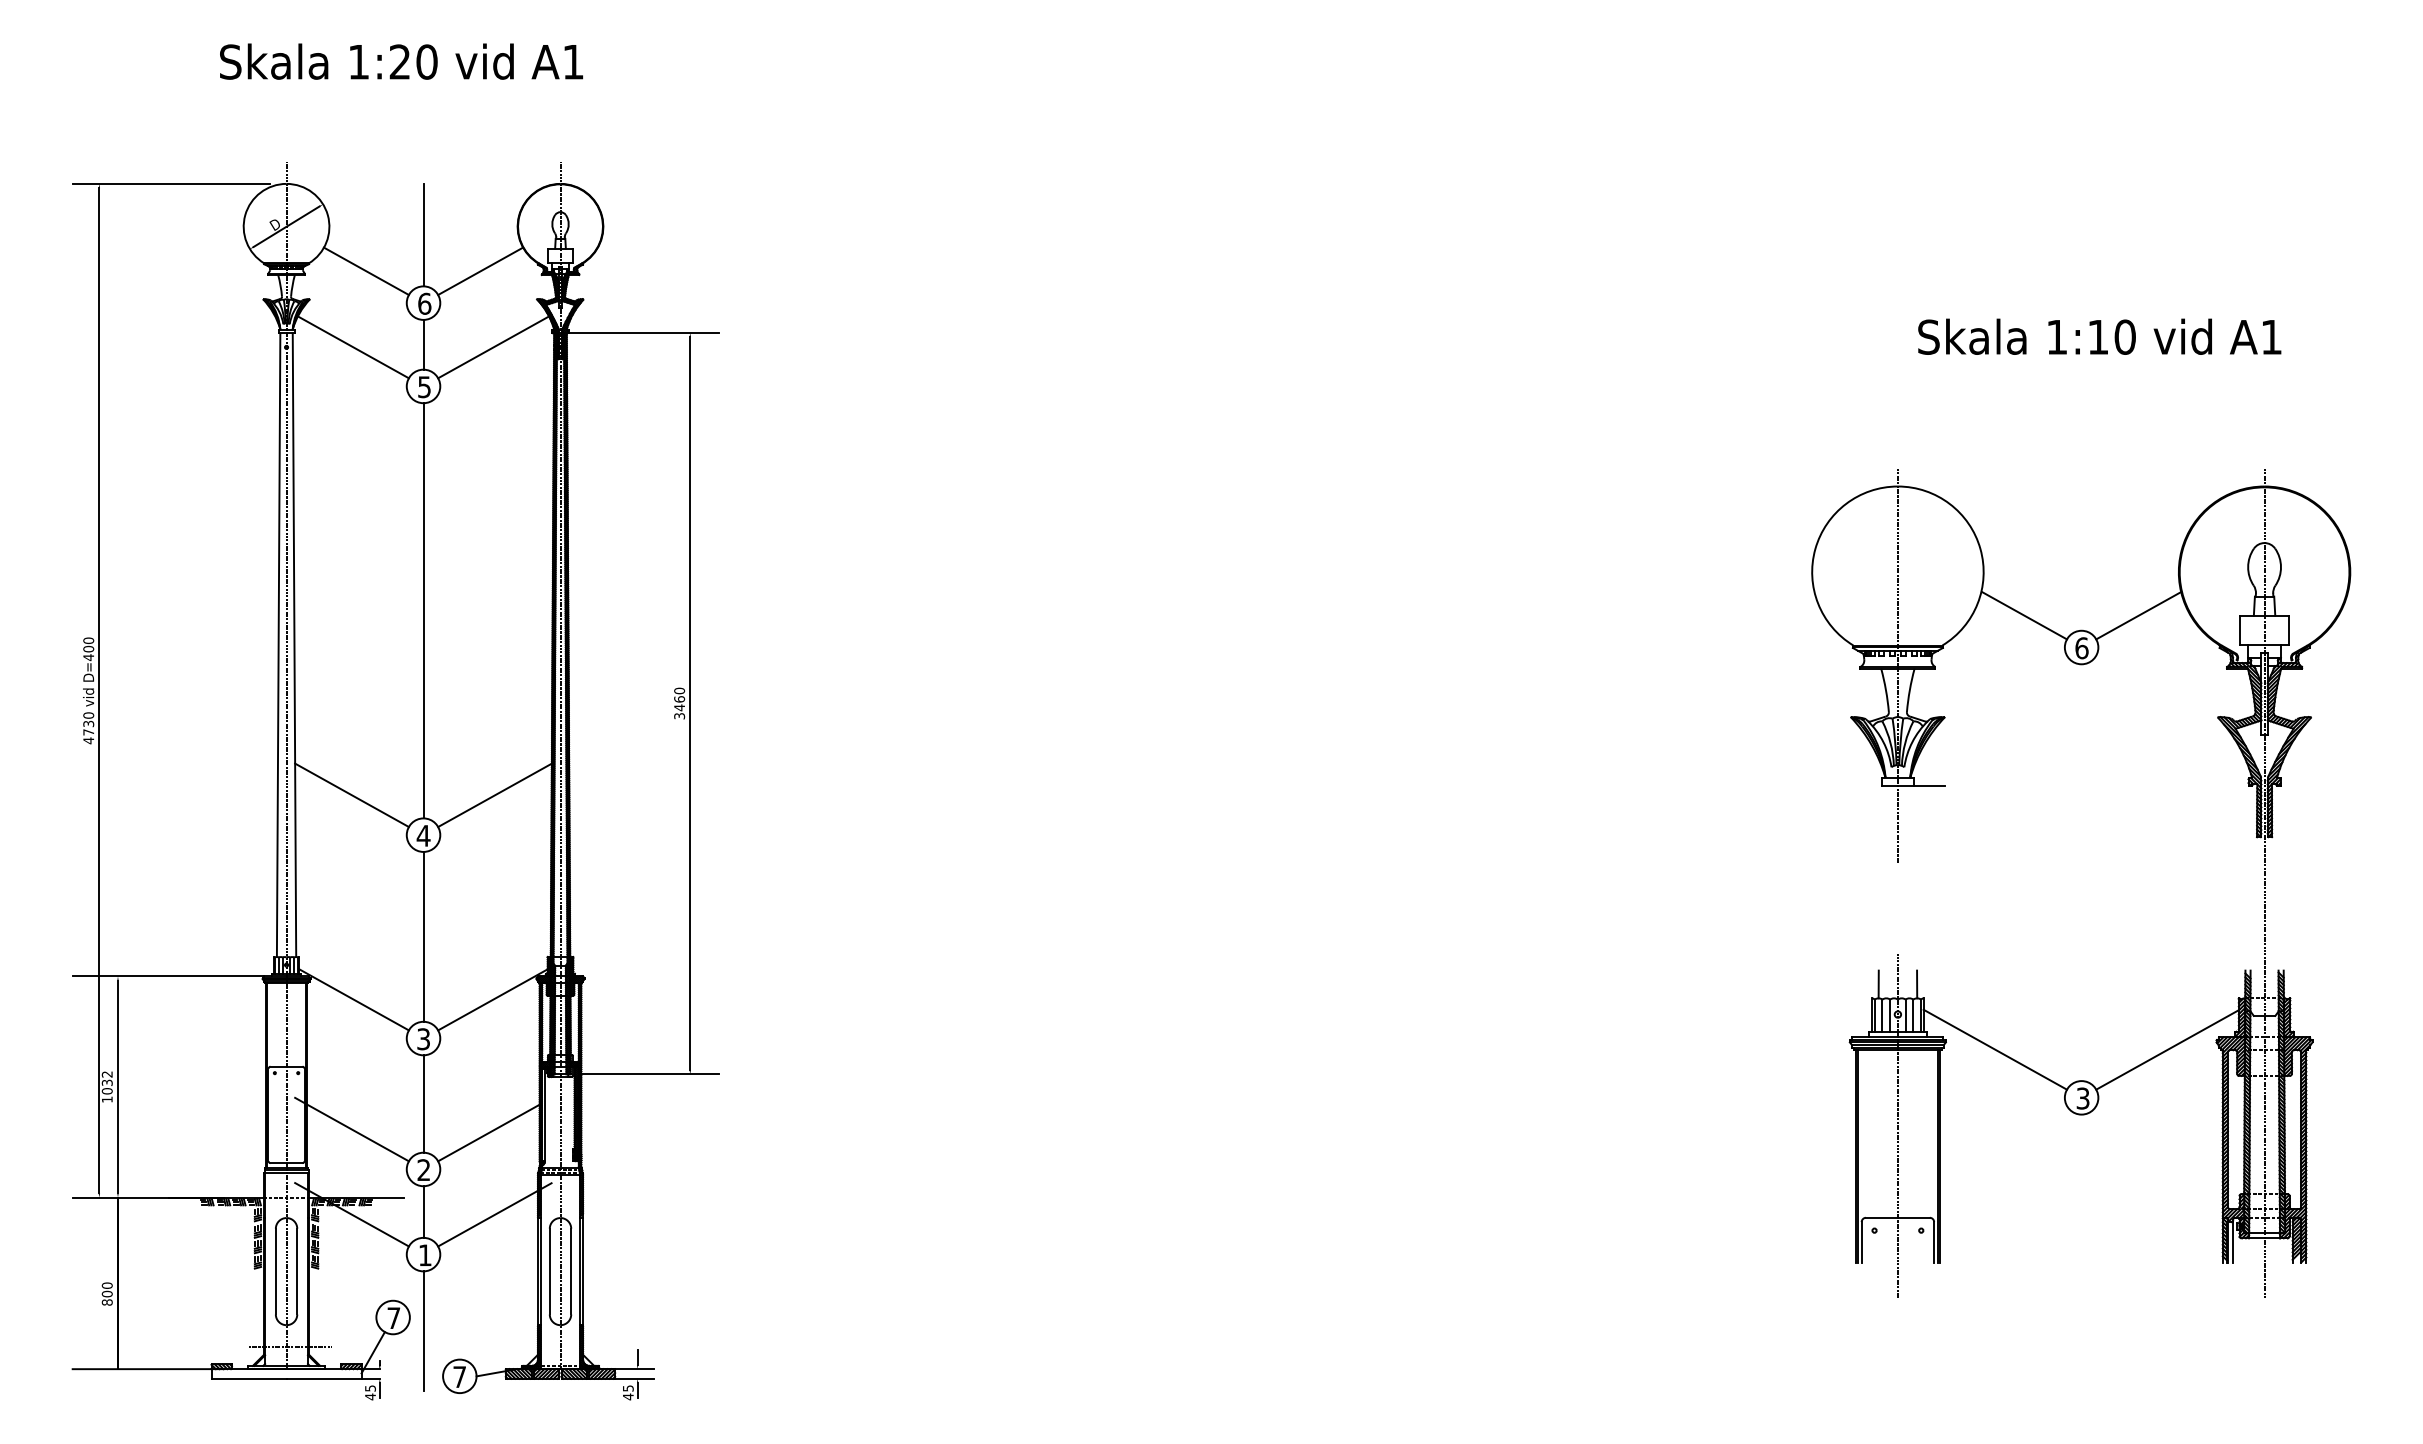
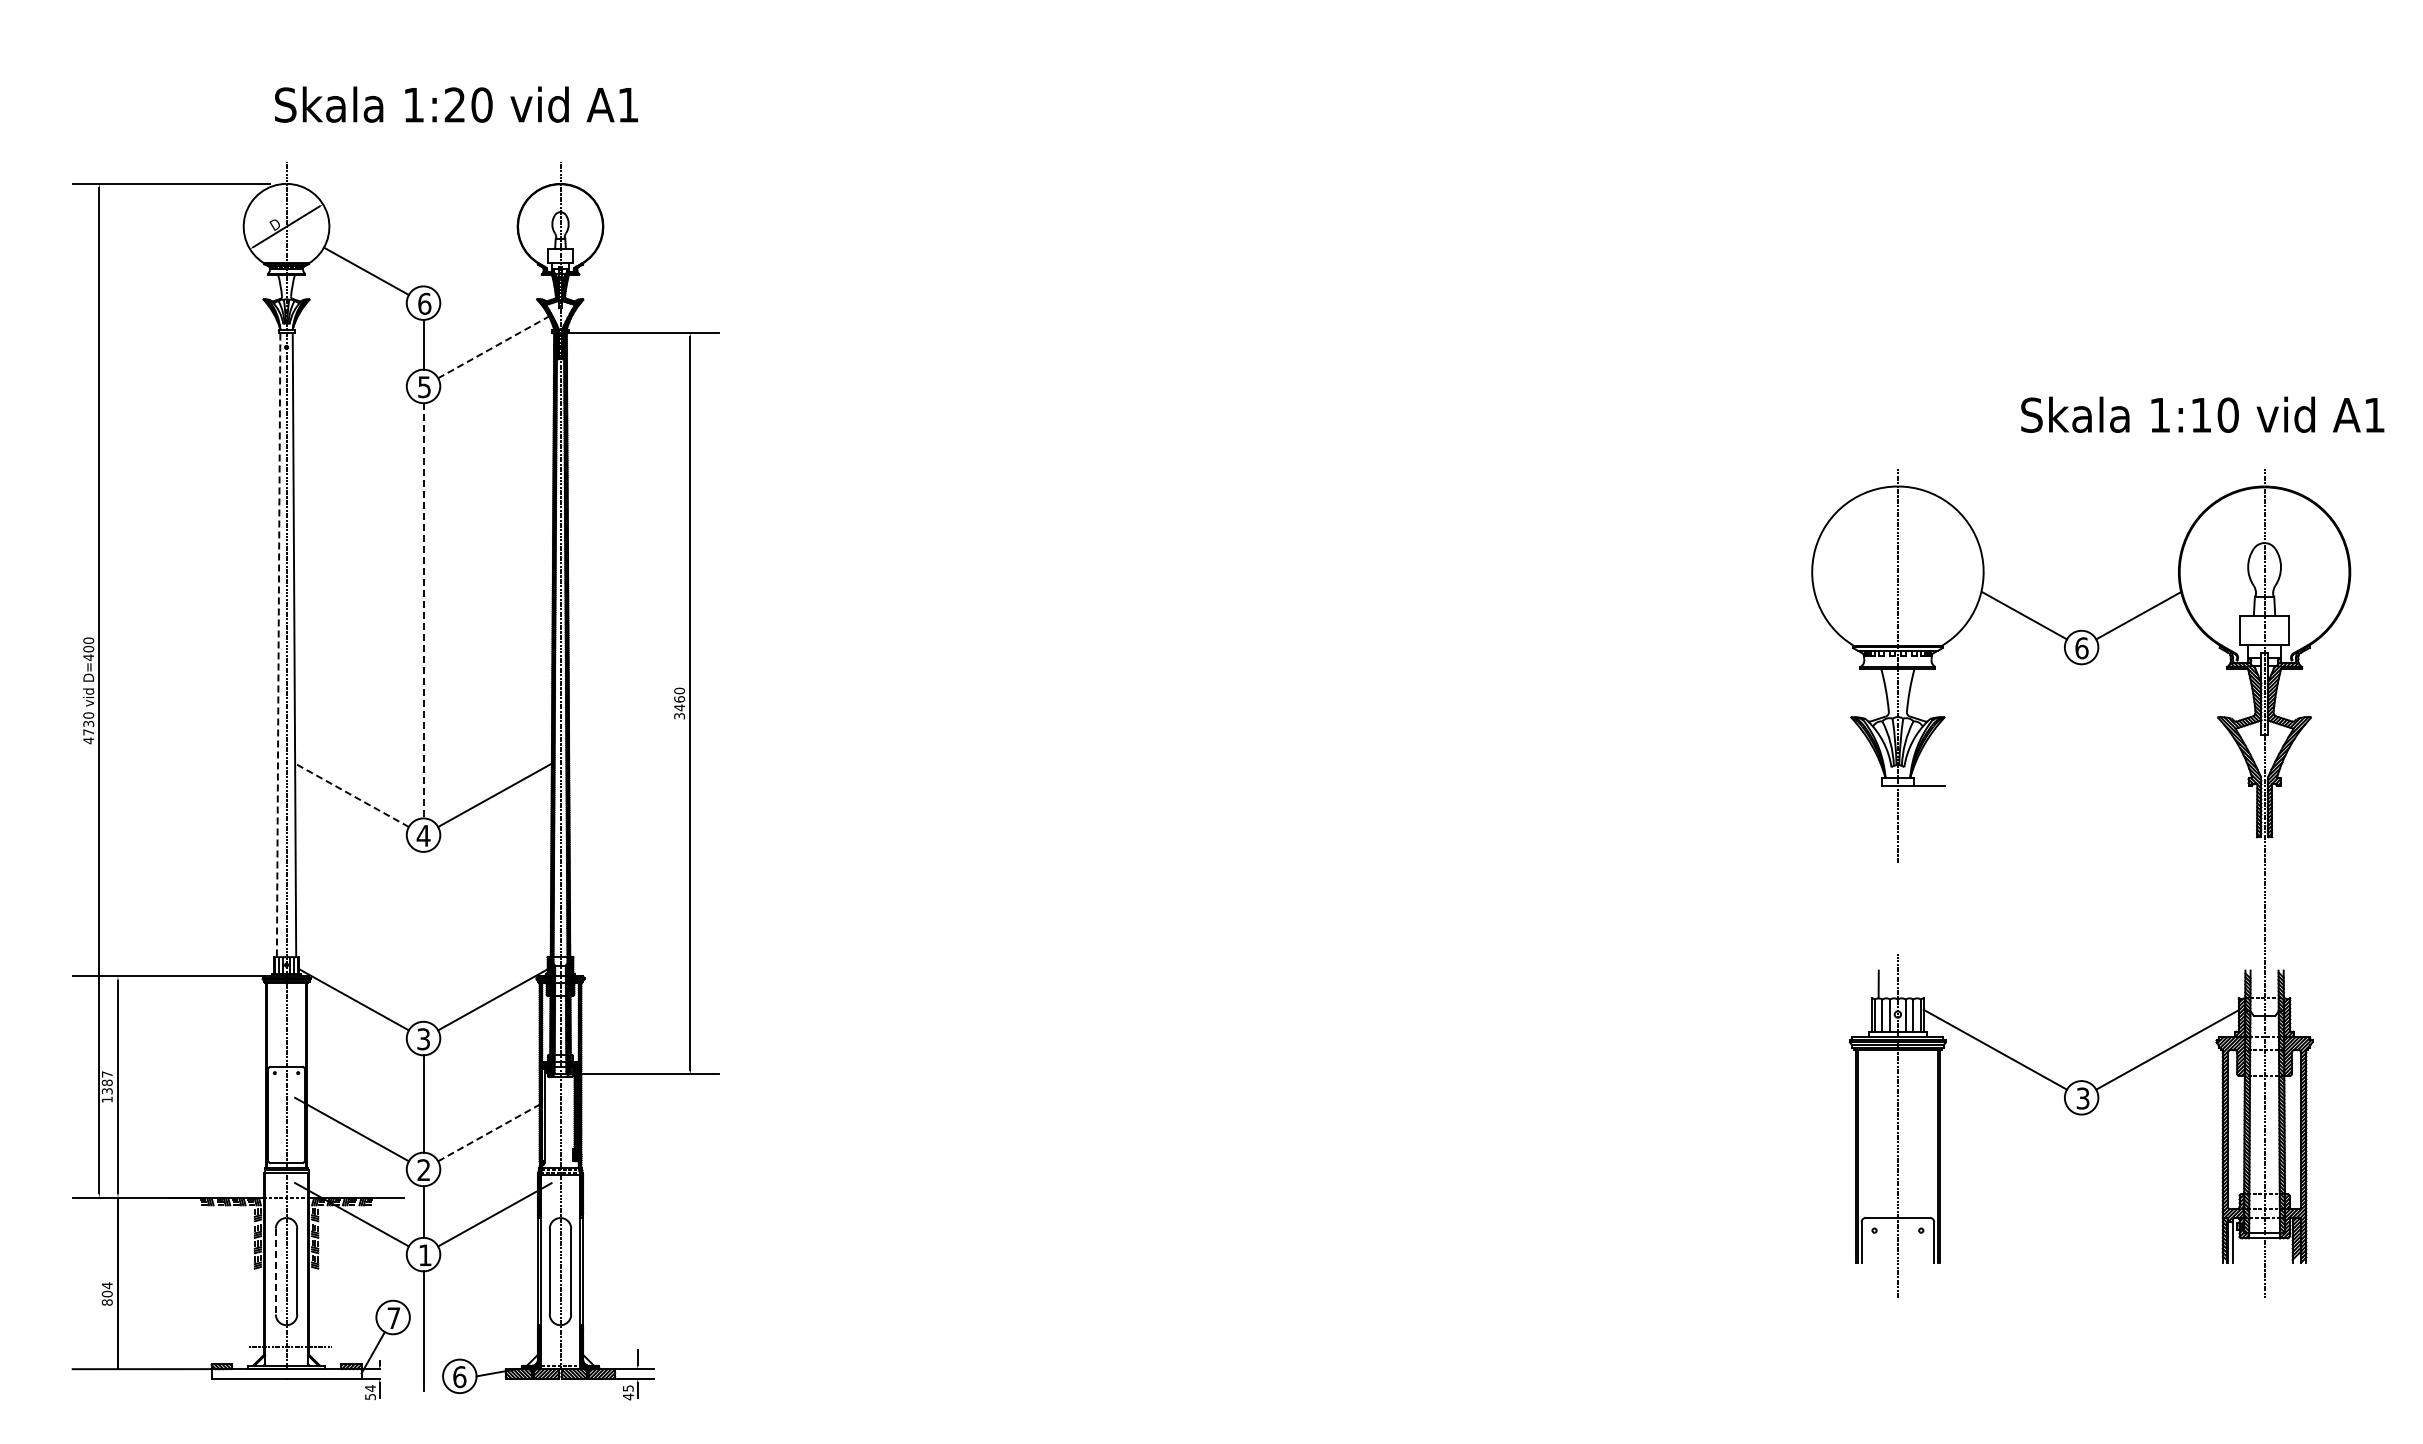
text at (401, 61) position: (401, 61) -> (456, 104)
line at (423, 234): present -> none
line at (480, 270): present -> none
text at (2099, 336) position: (2099, 336) -> (2202, 414)
line at (352, 346): present -> none
line at (494, 346): solid -> dashed
line at (423, 610): solid -> dashed
line at (278, 645): solid -> dashed
line at (351, 795): solid -> dashed
line at (423, 936): present -> none
line at (1917, 984): present -> none
text at (106, 1082): 1032 -> 1387
line at (489, 1132): solid -> dashed
line at (275, 1271): solid -> dashed
text at (106, 1285): 800 -> 804
text at (459, 1377): 7 -> 6
text at (370, 1392): 45 -> 54
